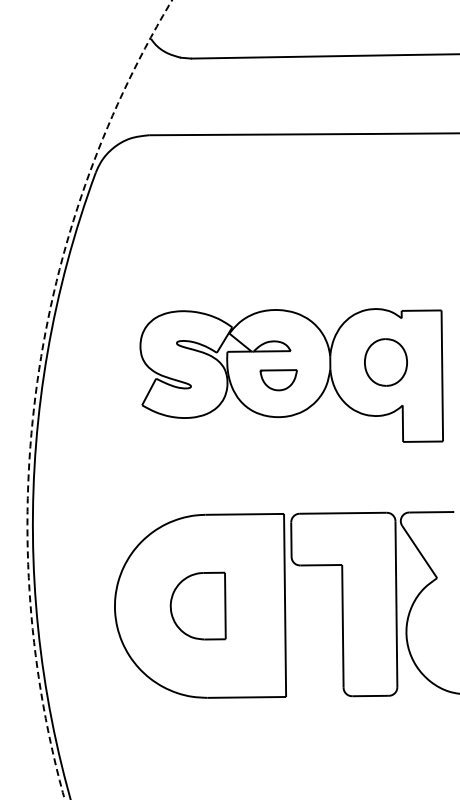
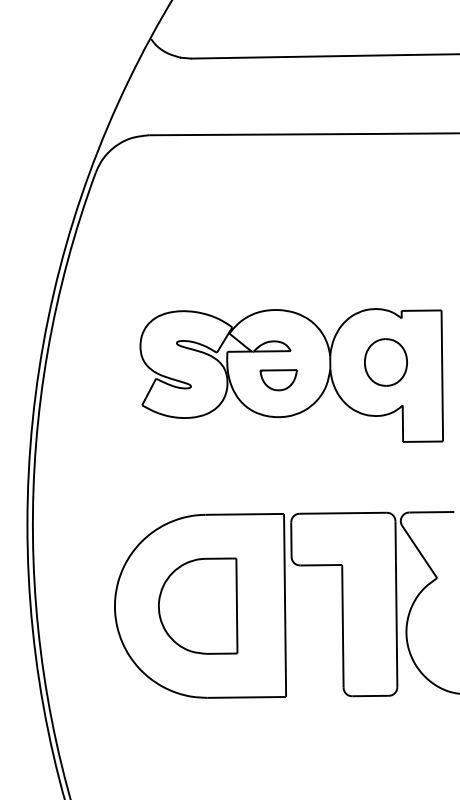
circle at (99, 399): dashed -> solid
part at (197, 605) size: 58x70 px -> 81x98 px
